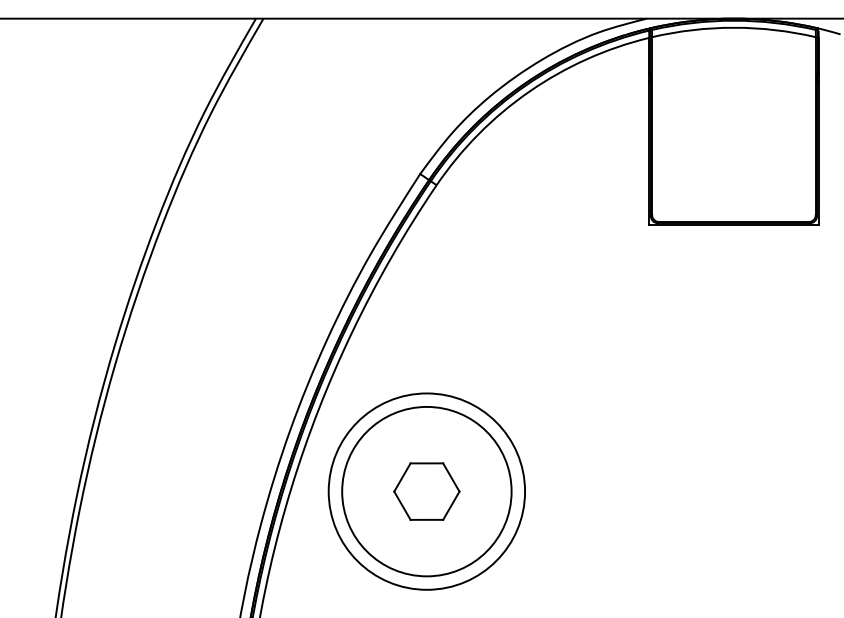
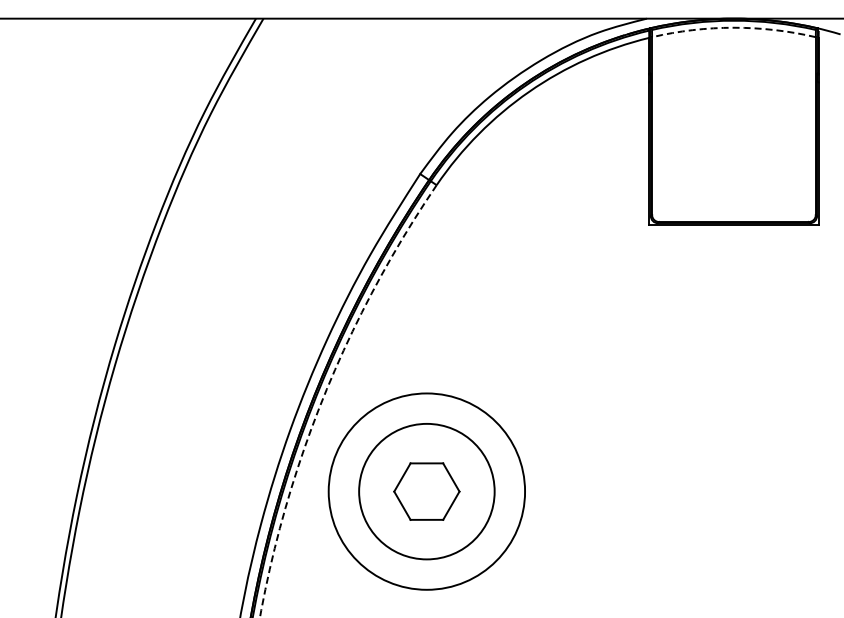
arc at (733, 27): solid -> dashed
arc at (326, 389): solid -> dashed
circle at (426, 491) diameter: 169 px -> 136 px
